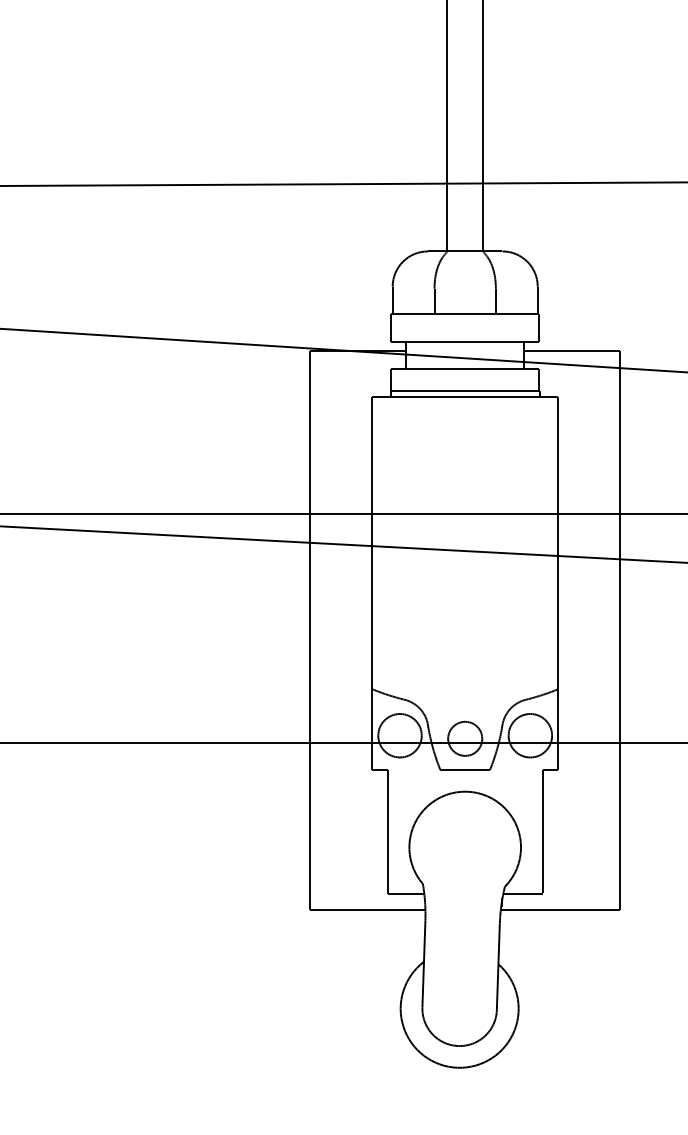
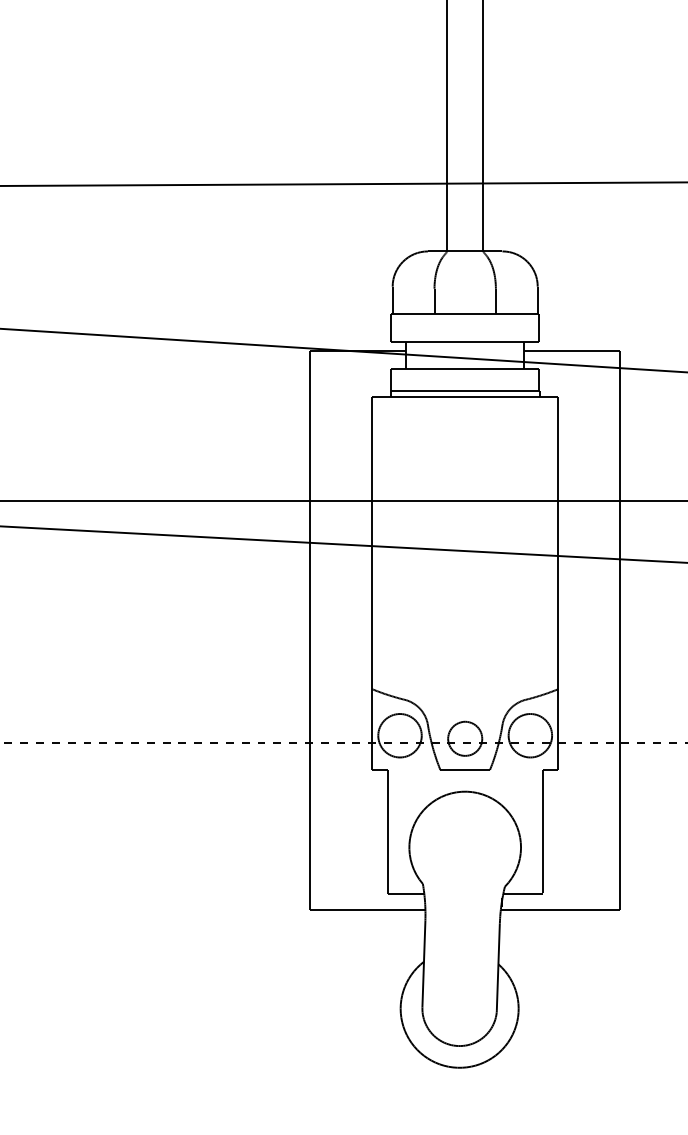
line at (343, 513) position: (343, 513) -> (343, 500)
line at (344, 743): solid -> dashed
